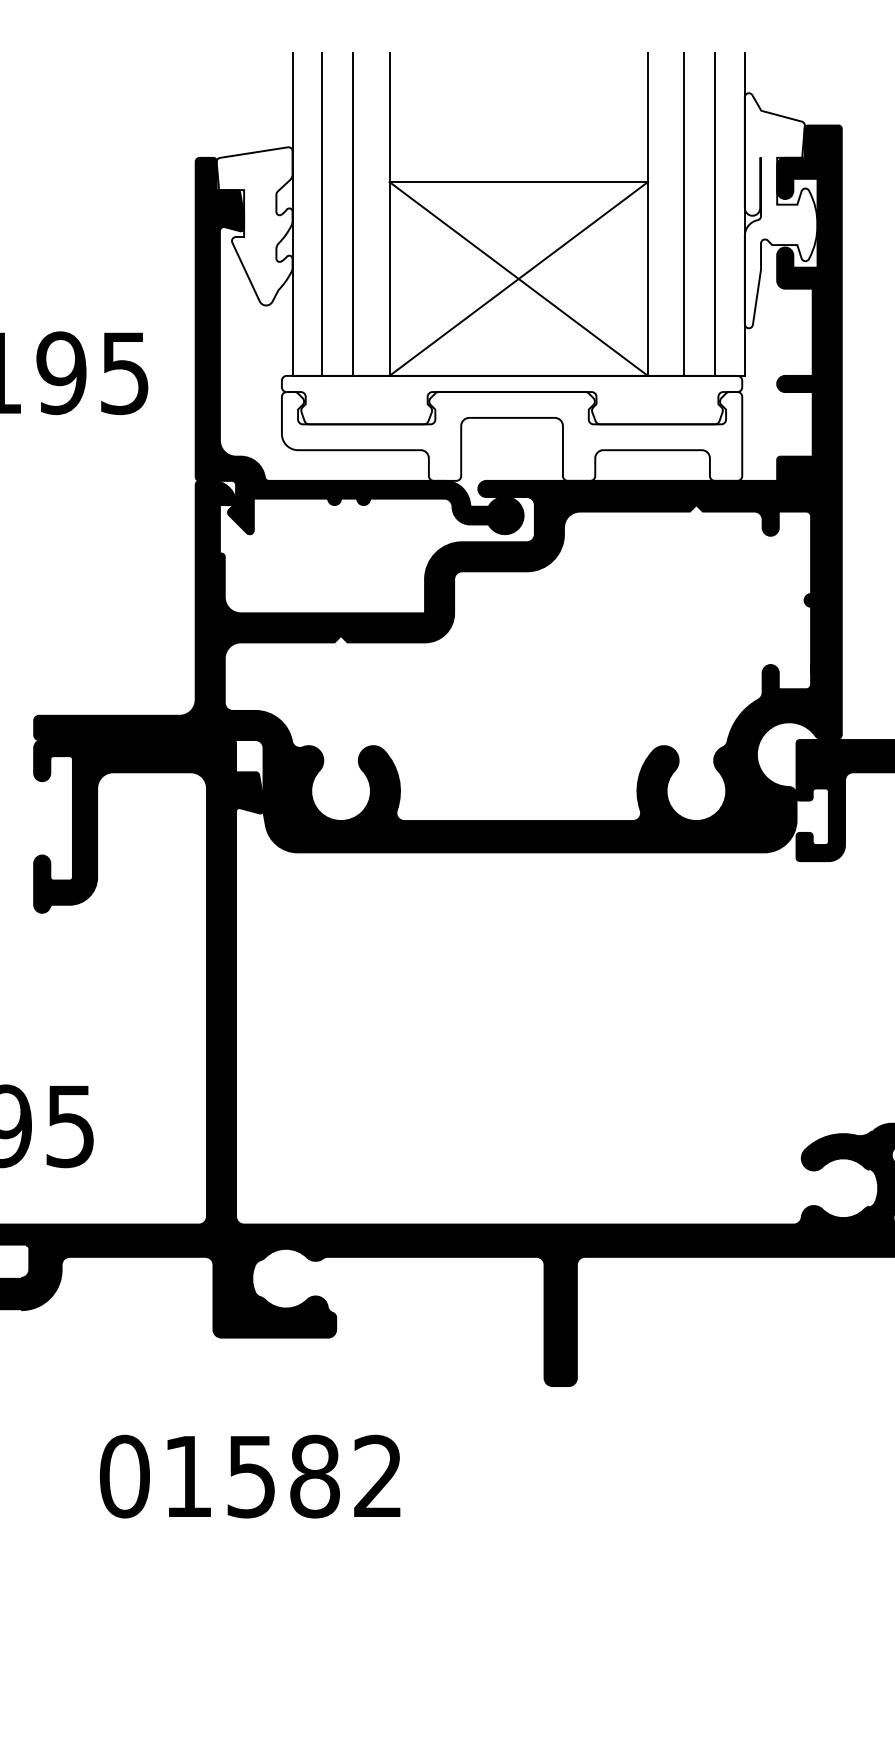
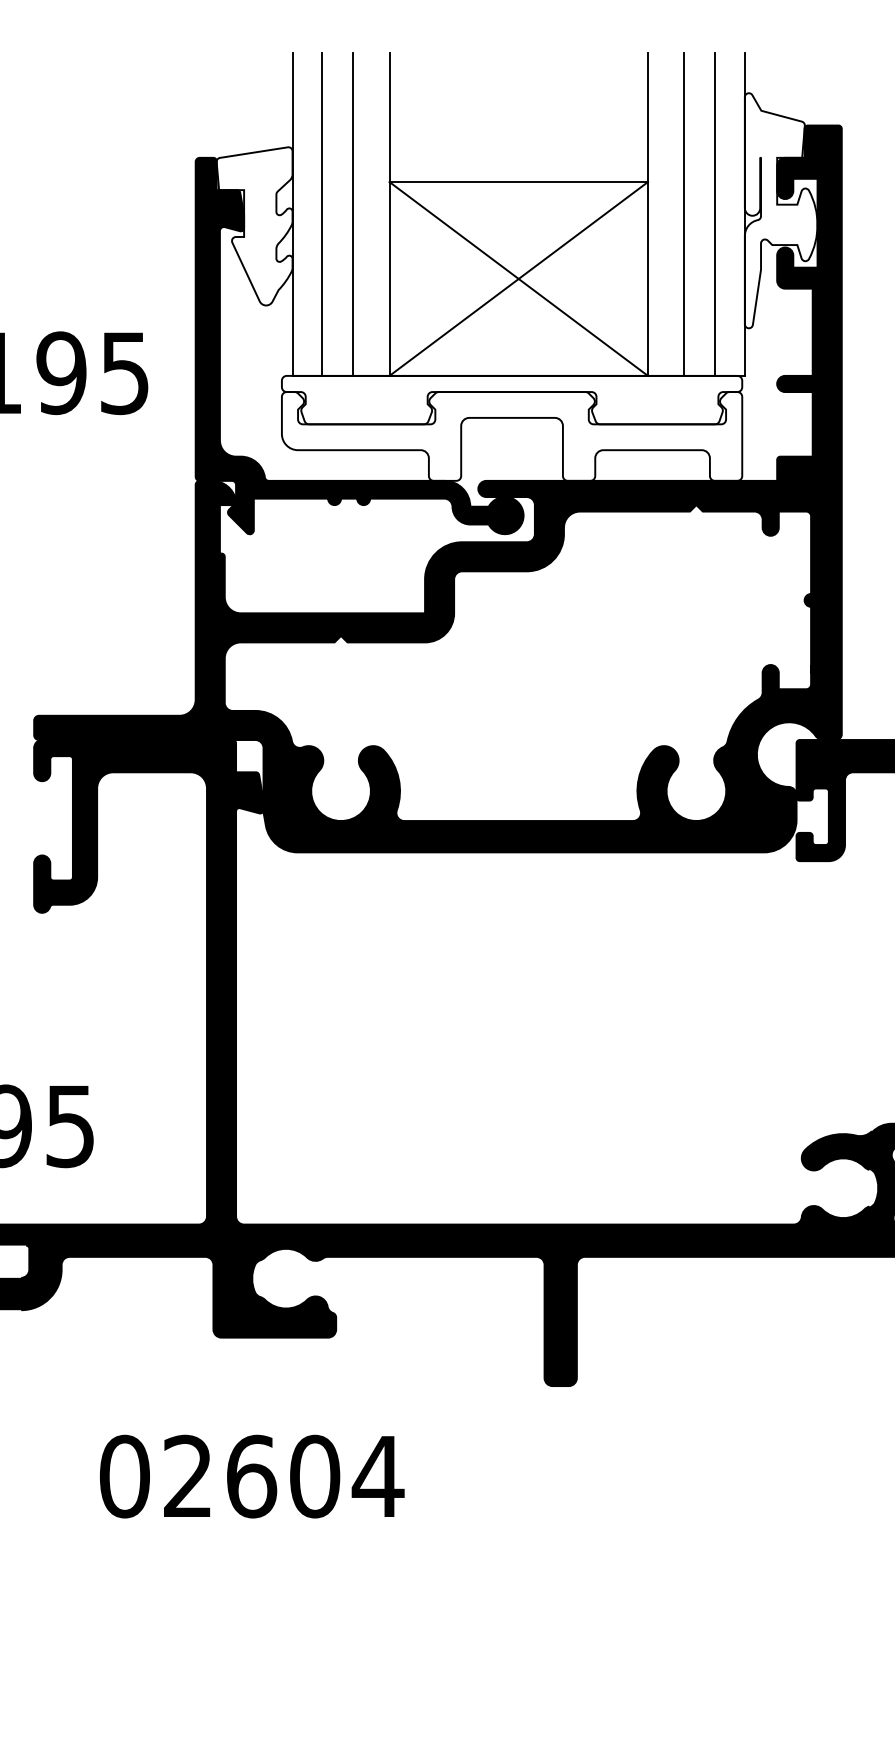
text at (284, 1476): 01582 -> 02604
